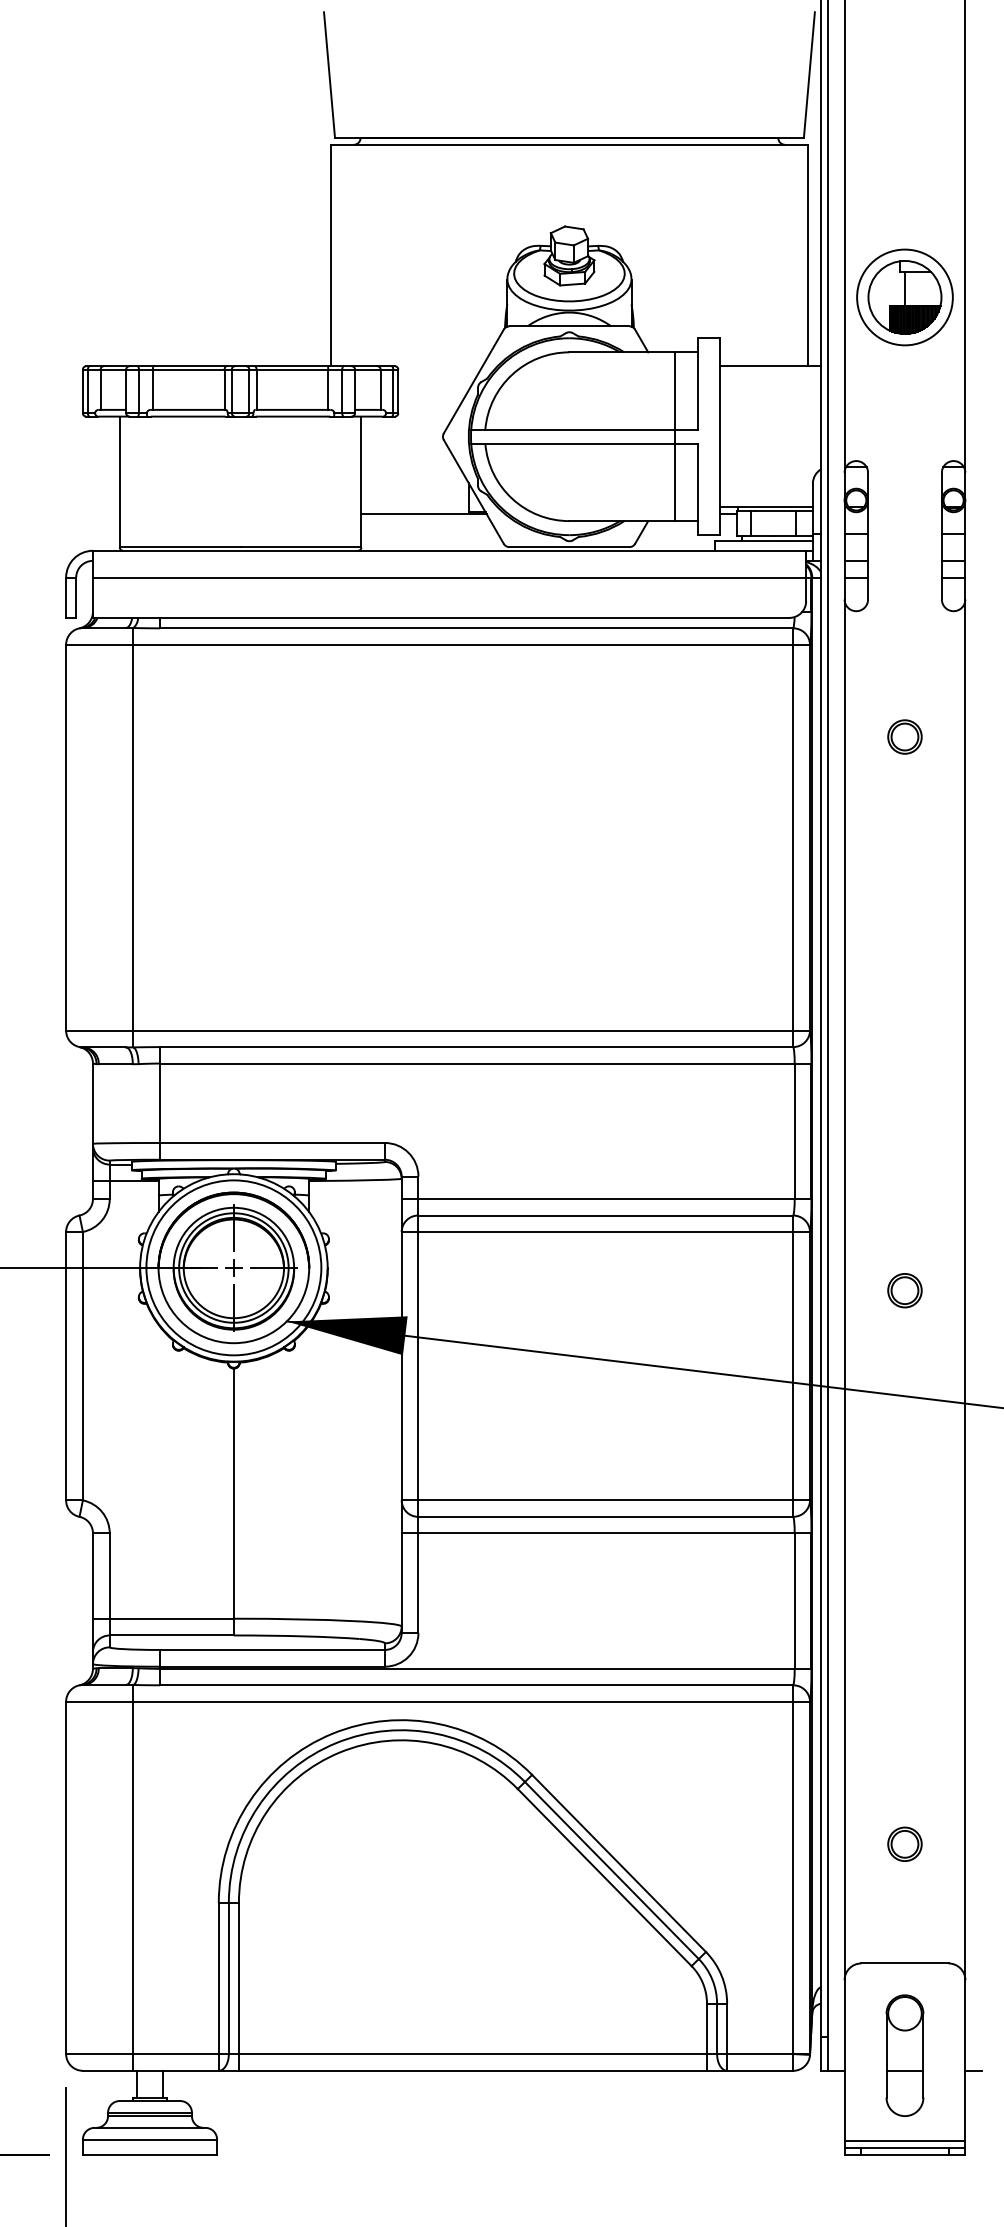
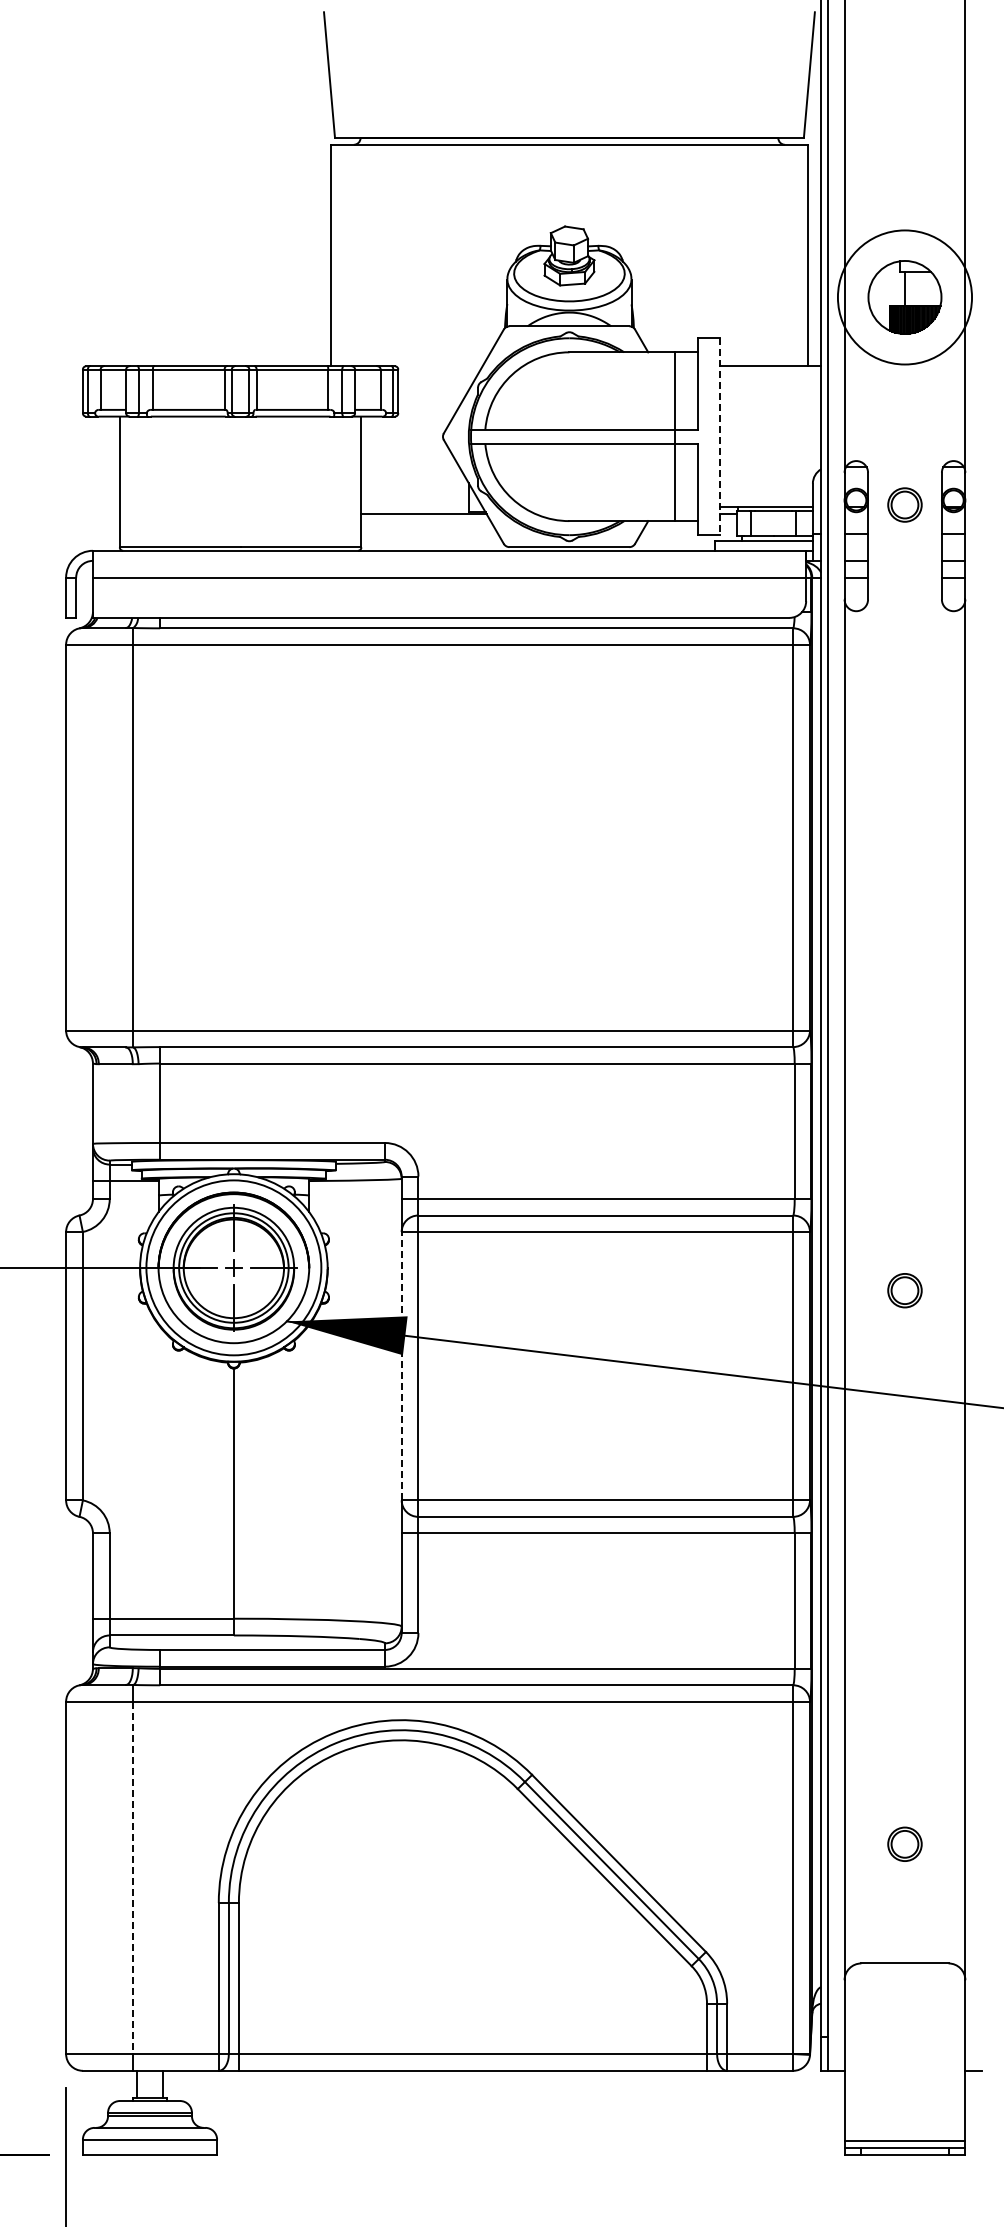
circle at (904, 297) diameter: 96 px -> 134 px
line at (720, 437): solid -> dashed
part at (904, 736) position: (904, 736) -> (904, 504)
line at (401, 1365): solid -> dashed
line at (133, 1878): solid -> dashed
part at (904, 2055): present -> none
